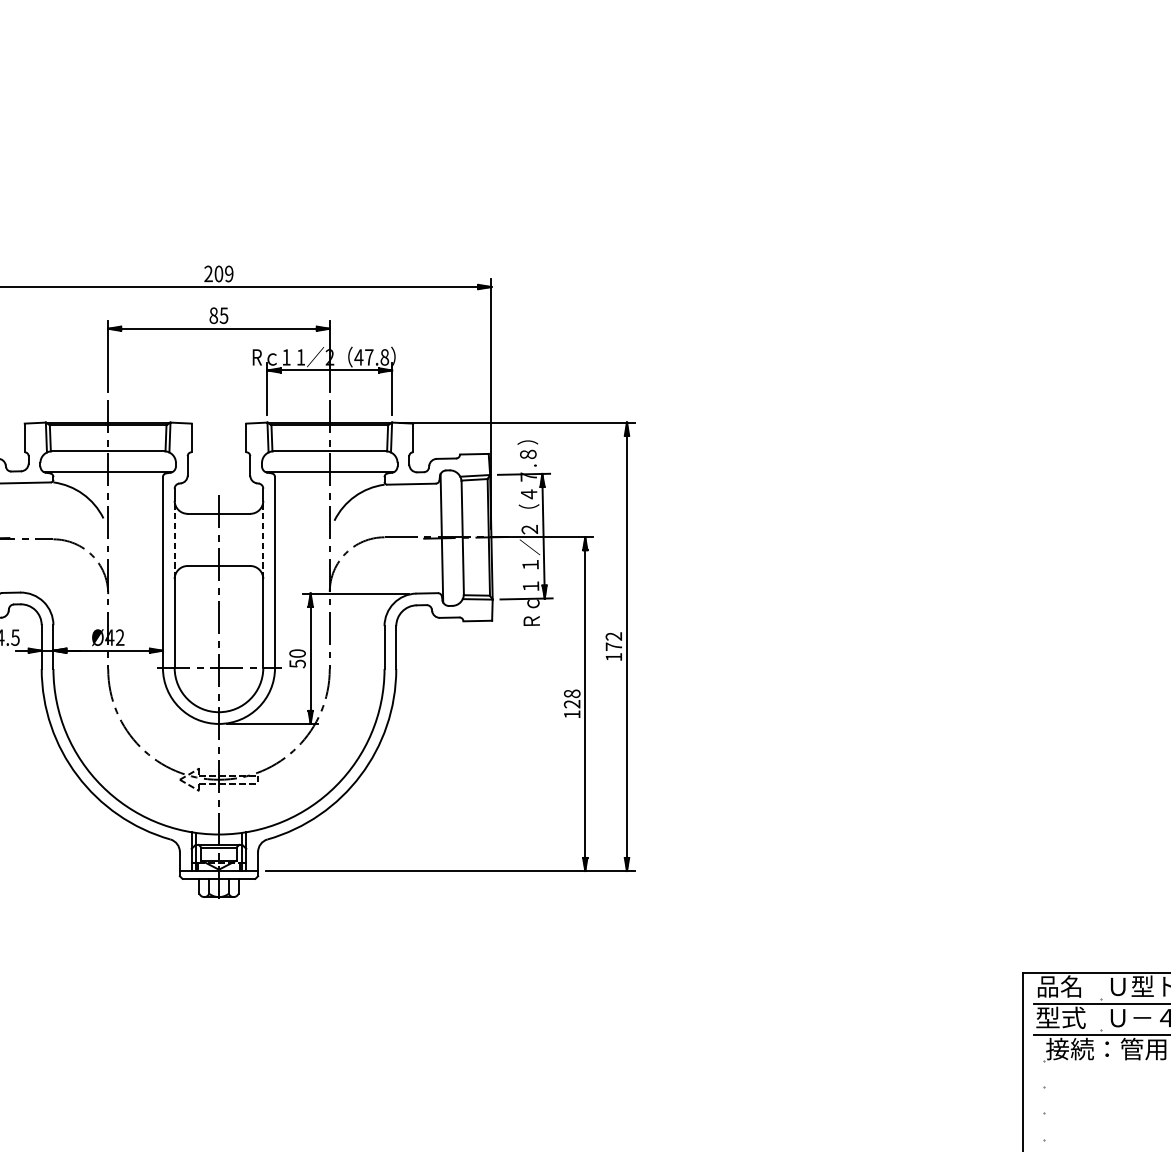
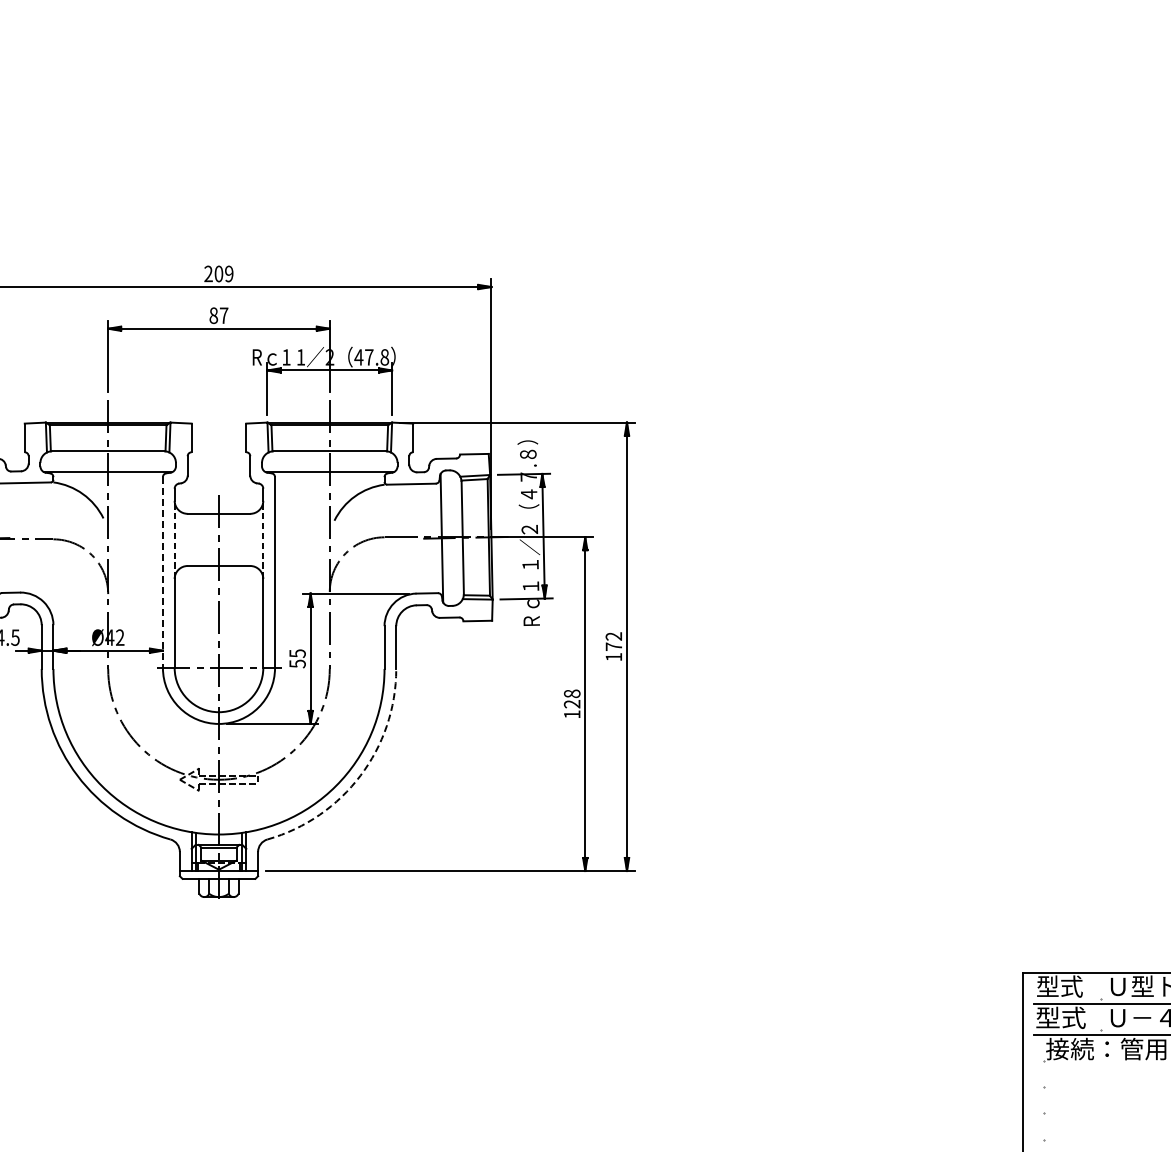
text at (223, 315): 85 -> 87
line at (162, 573): solid -> dashed
text at (297, 653): 50 -> 55
arc at (360, 775): solid -> dashed
text at (1059, 986): 品名 -> 型式
